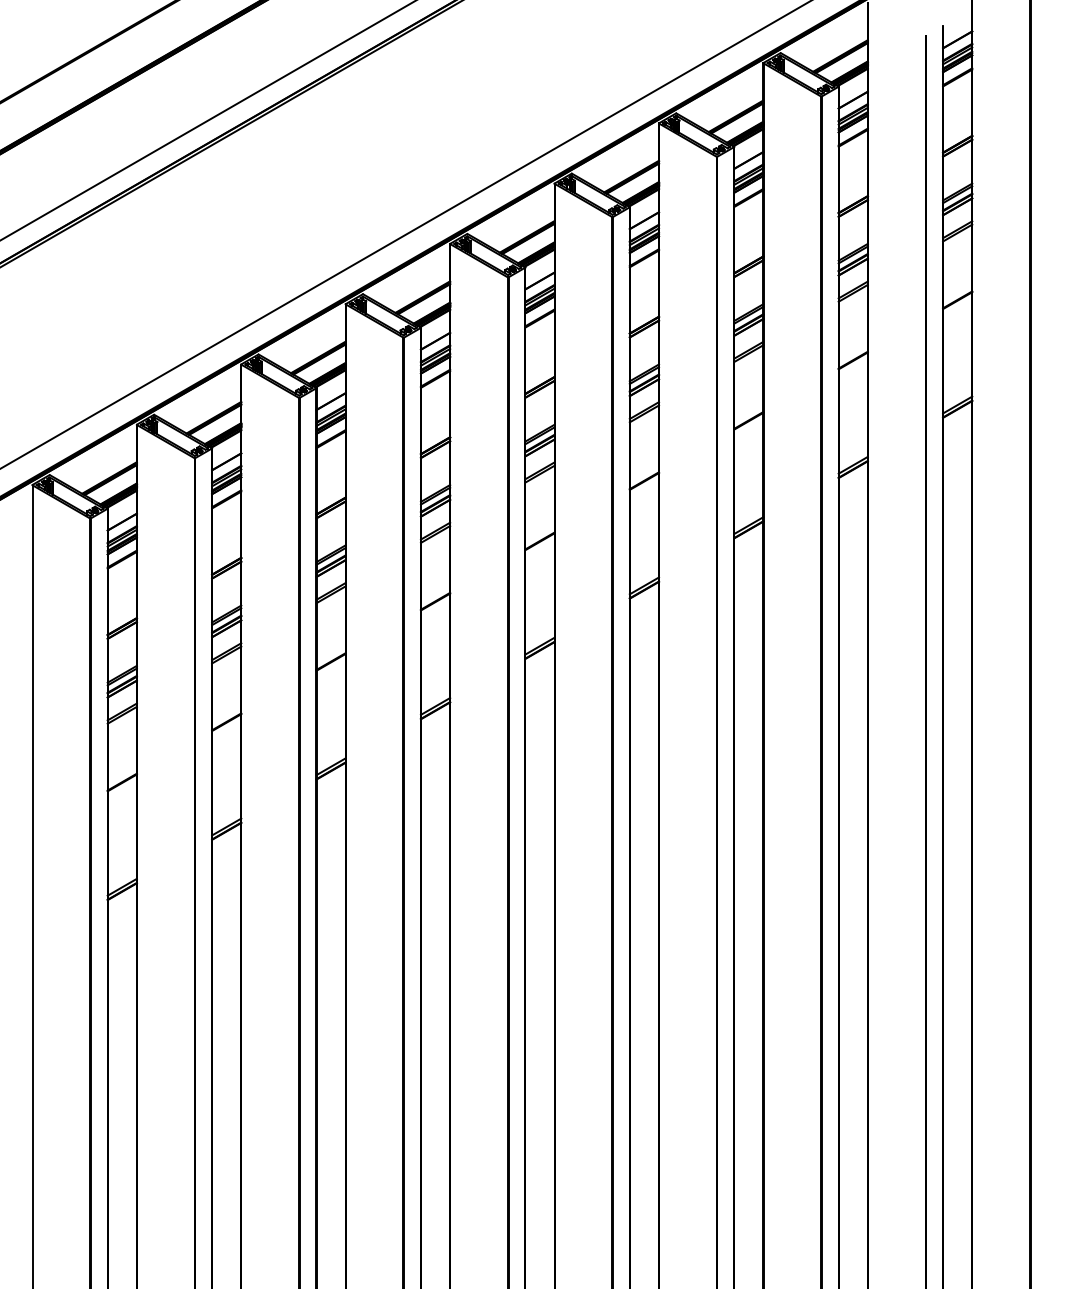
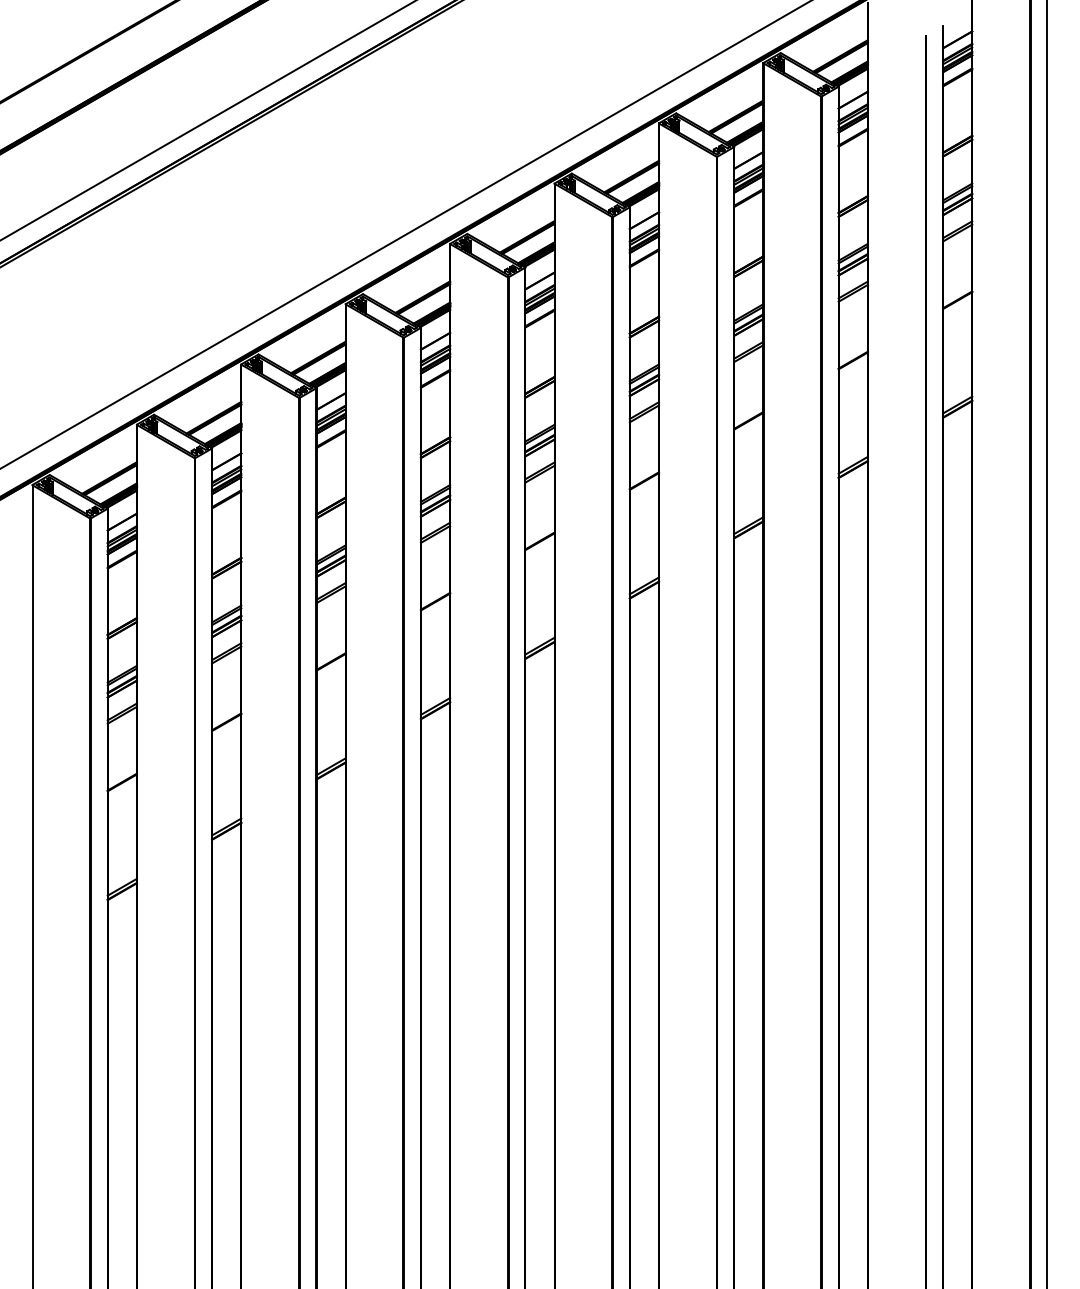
line at (1047, 643): none -> present
